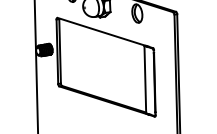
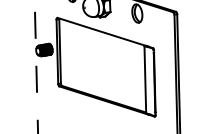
line at (36, 67): solid -> dashed
